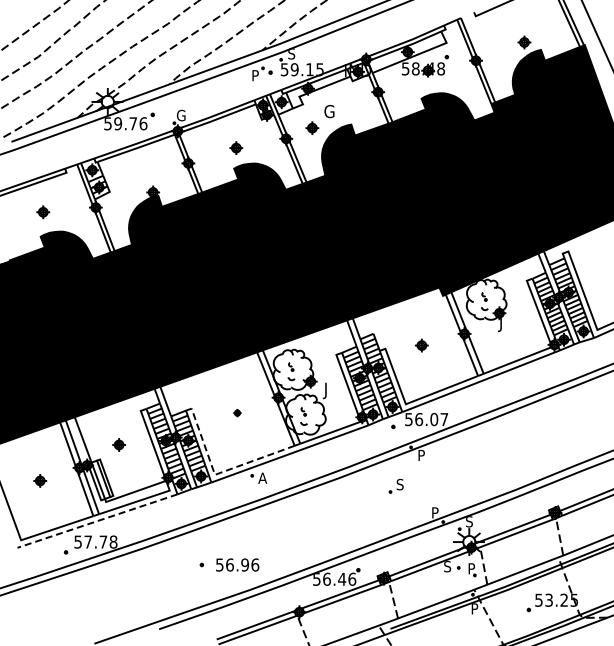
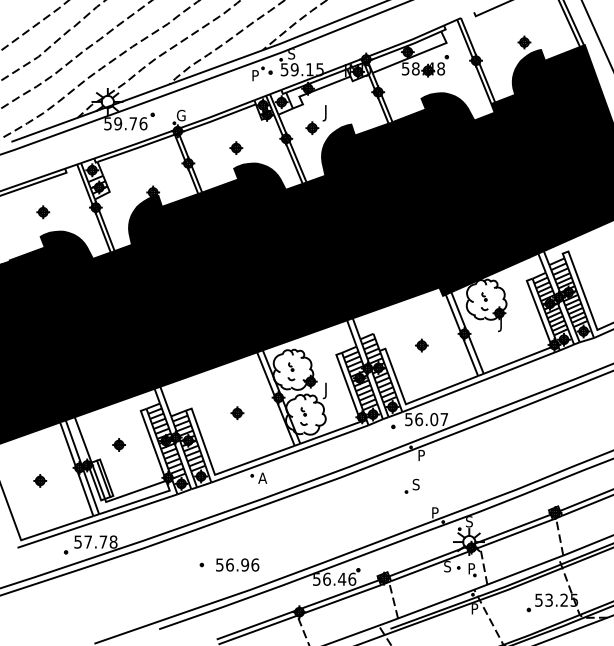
text at (328, 112): G -> J
part at (237, 413) size: 9x9 px -> 15x14 px
line at (216, 474): dashed -> solid
part at (395, 485) position: (395, 485) -> (411, 485)
line at (97, 521): dashed -> solid
